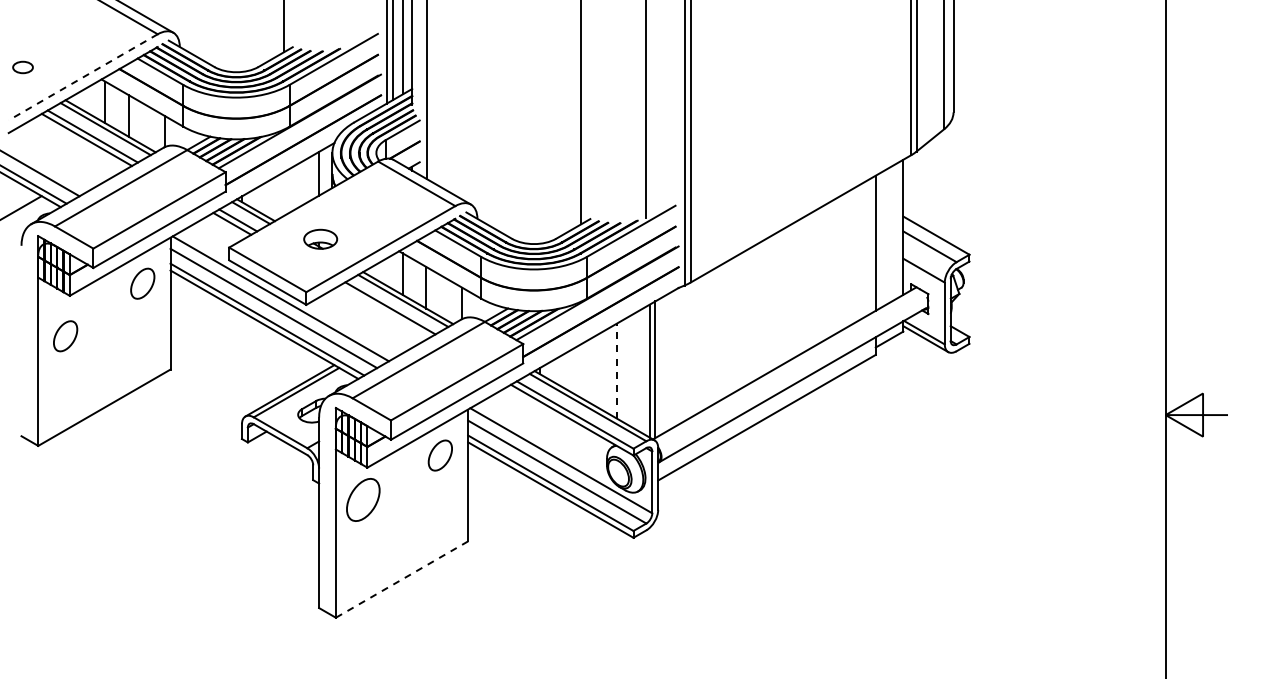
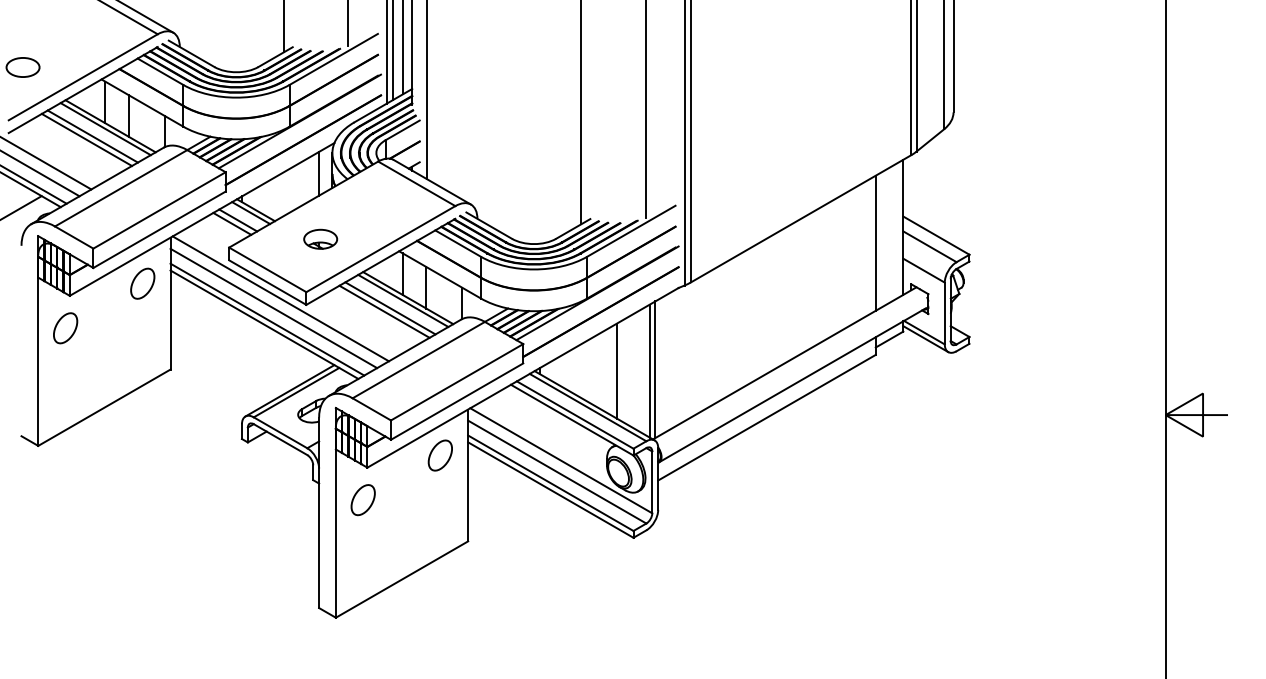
line at (348, 24): none -> present
part at (22, 67) size: 22x15 px -> 36x21 px
line at (82, 77): dashed -> solid
line at (46, 163): none -> present
line at (384, 311): none -> present
part at (65, 336) position: (65, 336) -> (65, 328)
line at (616, 370): dashed -> solid
part at (363, 499) size: 35x44 px -> 26x33 px
line at (401, 579): dashed -> solid
